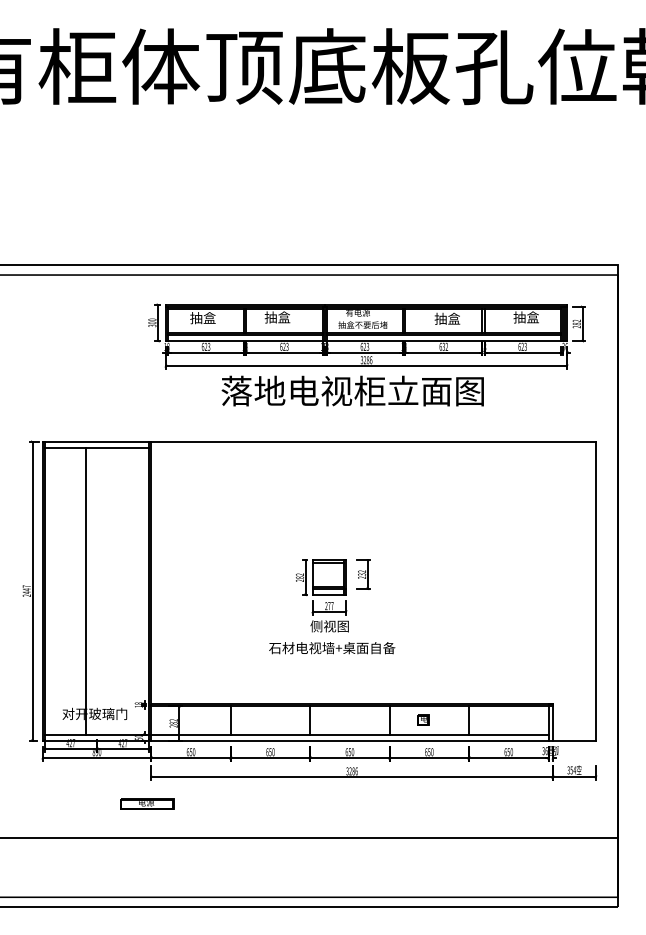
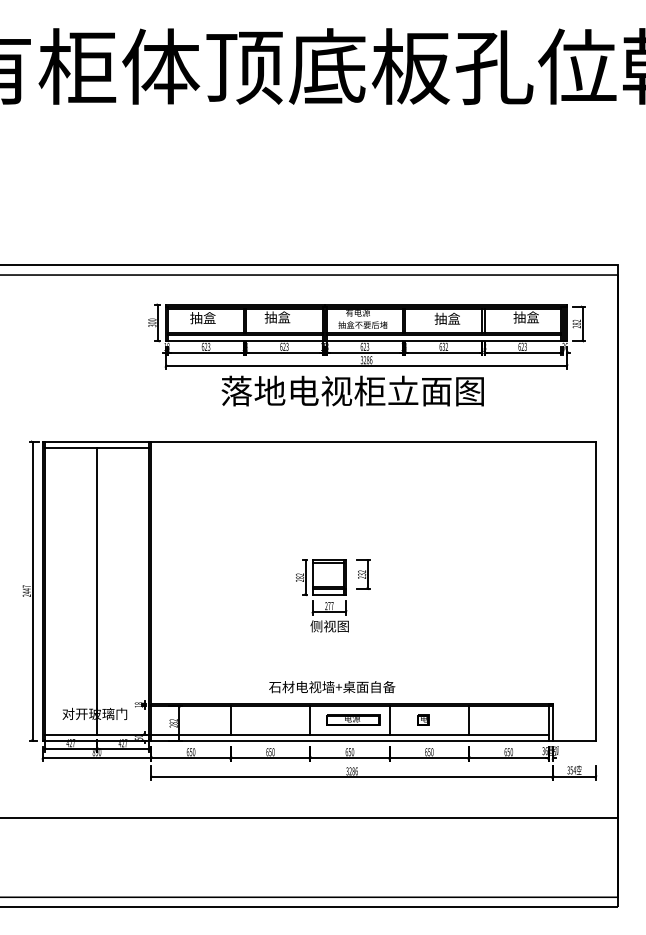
line at (86, 590) position: (86, 590) -> (97, 590)
text at (332, 648) position: (332, 648) -> (332, 687)
part at (147, 803) position: (147, 803) -> (353, 719)
line at (310, 838) position: (310, 838) -> (310, 818)
